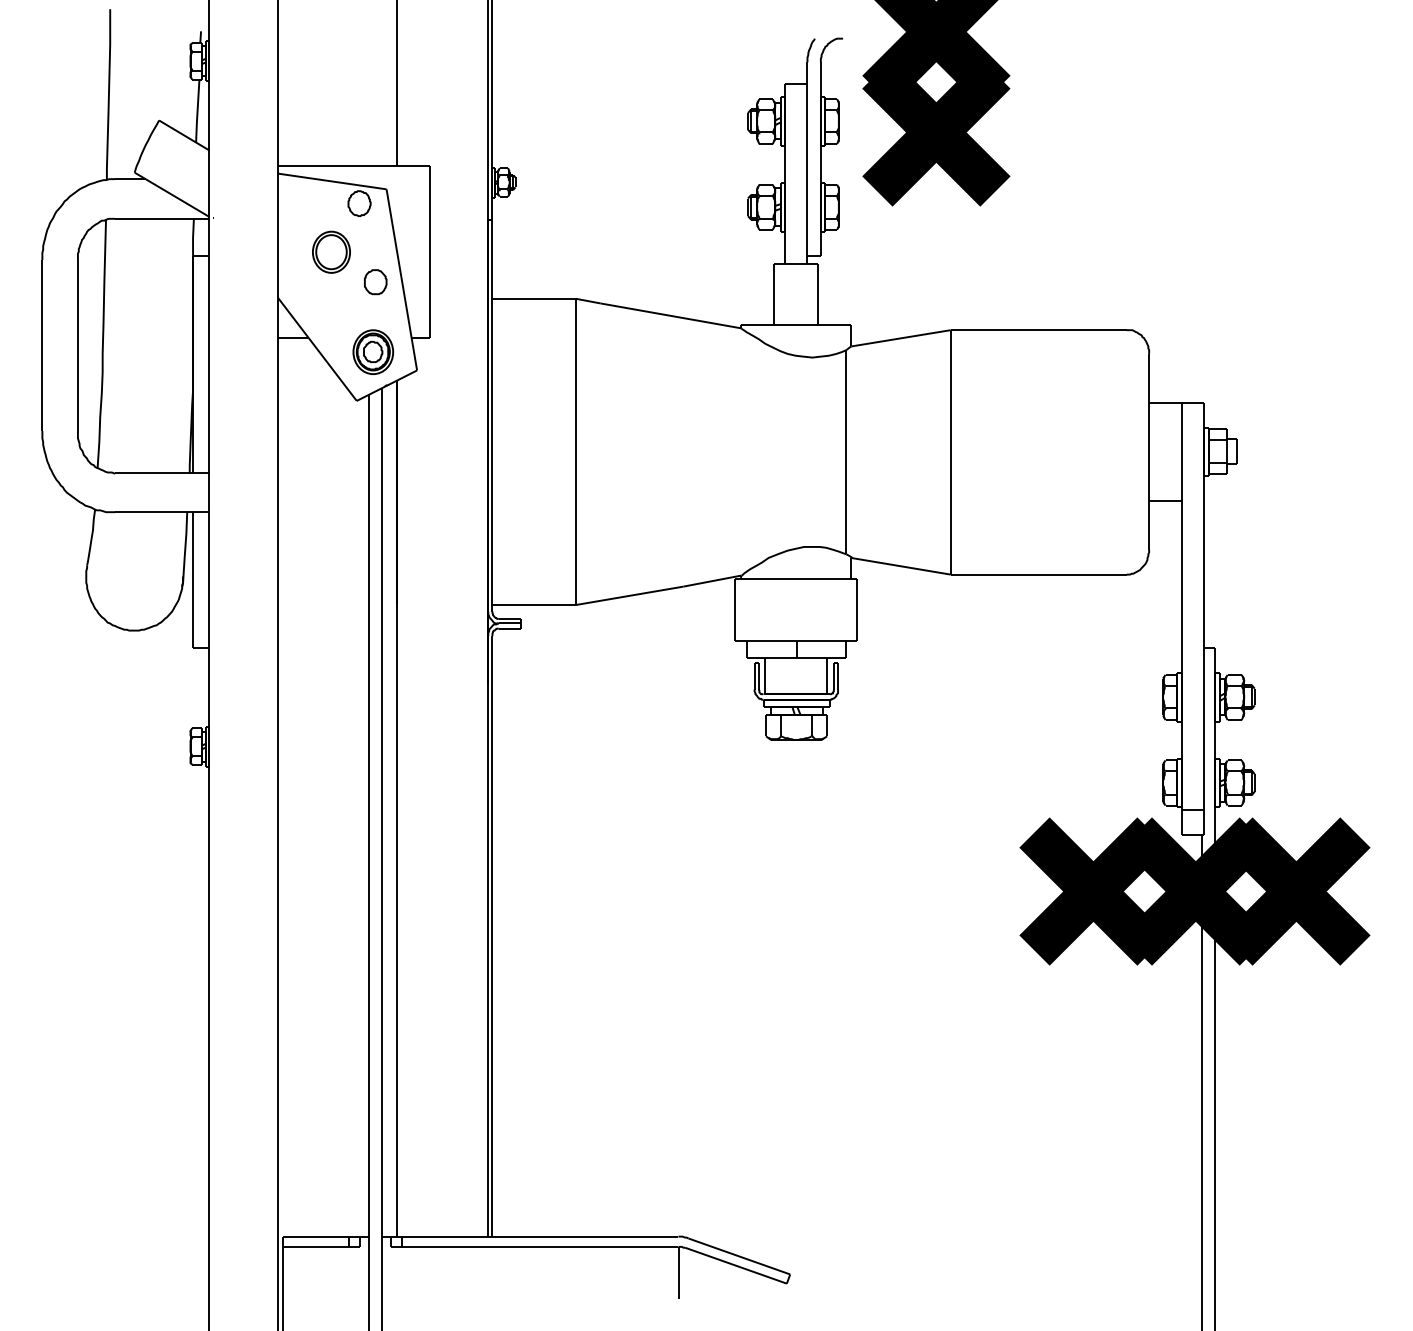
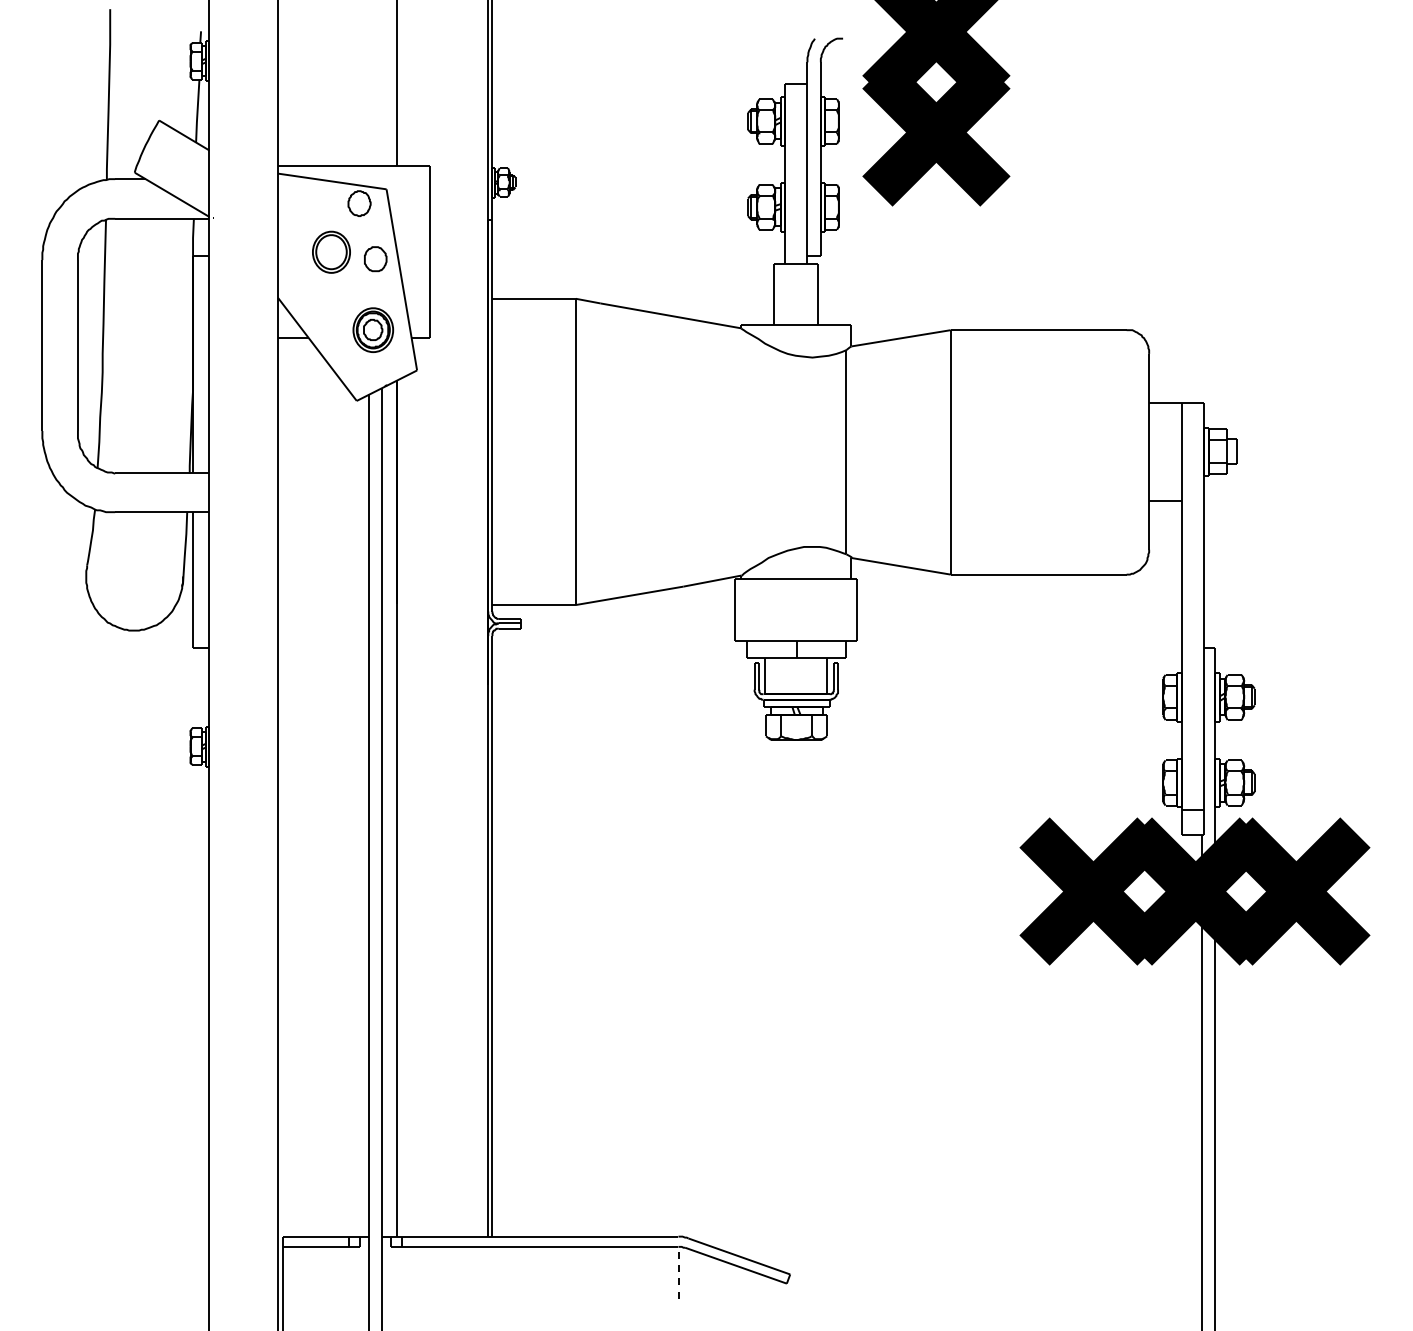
part at (375, 282) position: (375, 282) -> (375, 259)
part at (373, 351) position: (373, 351) -> (373, 329)
line at (679, 1272): solid -> dashed
